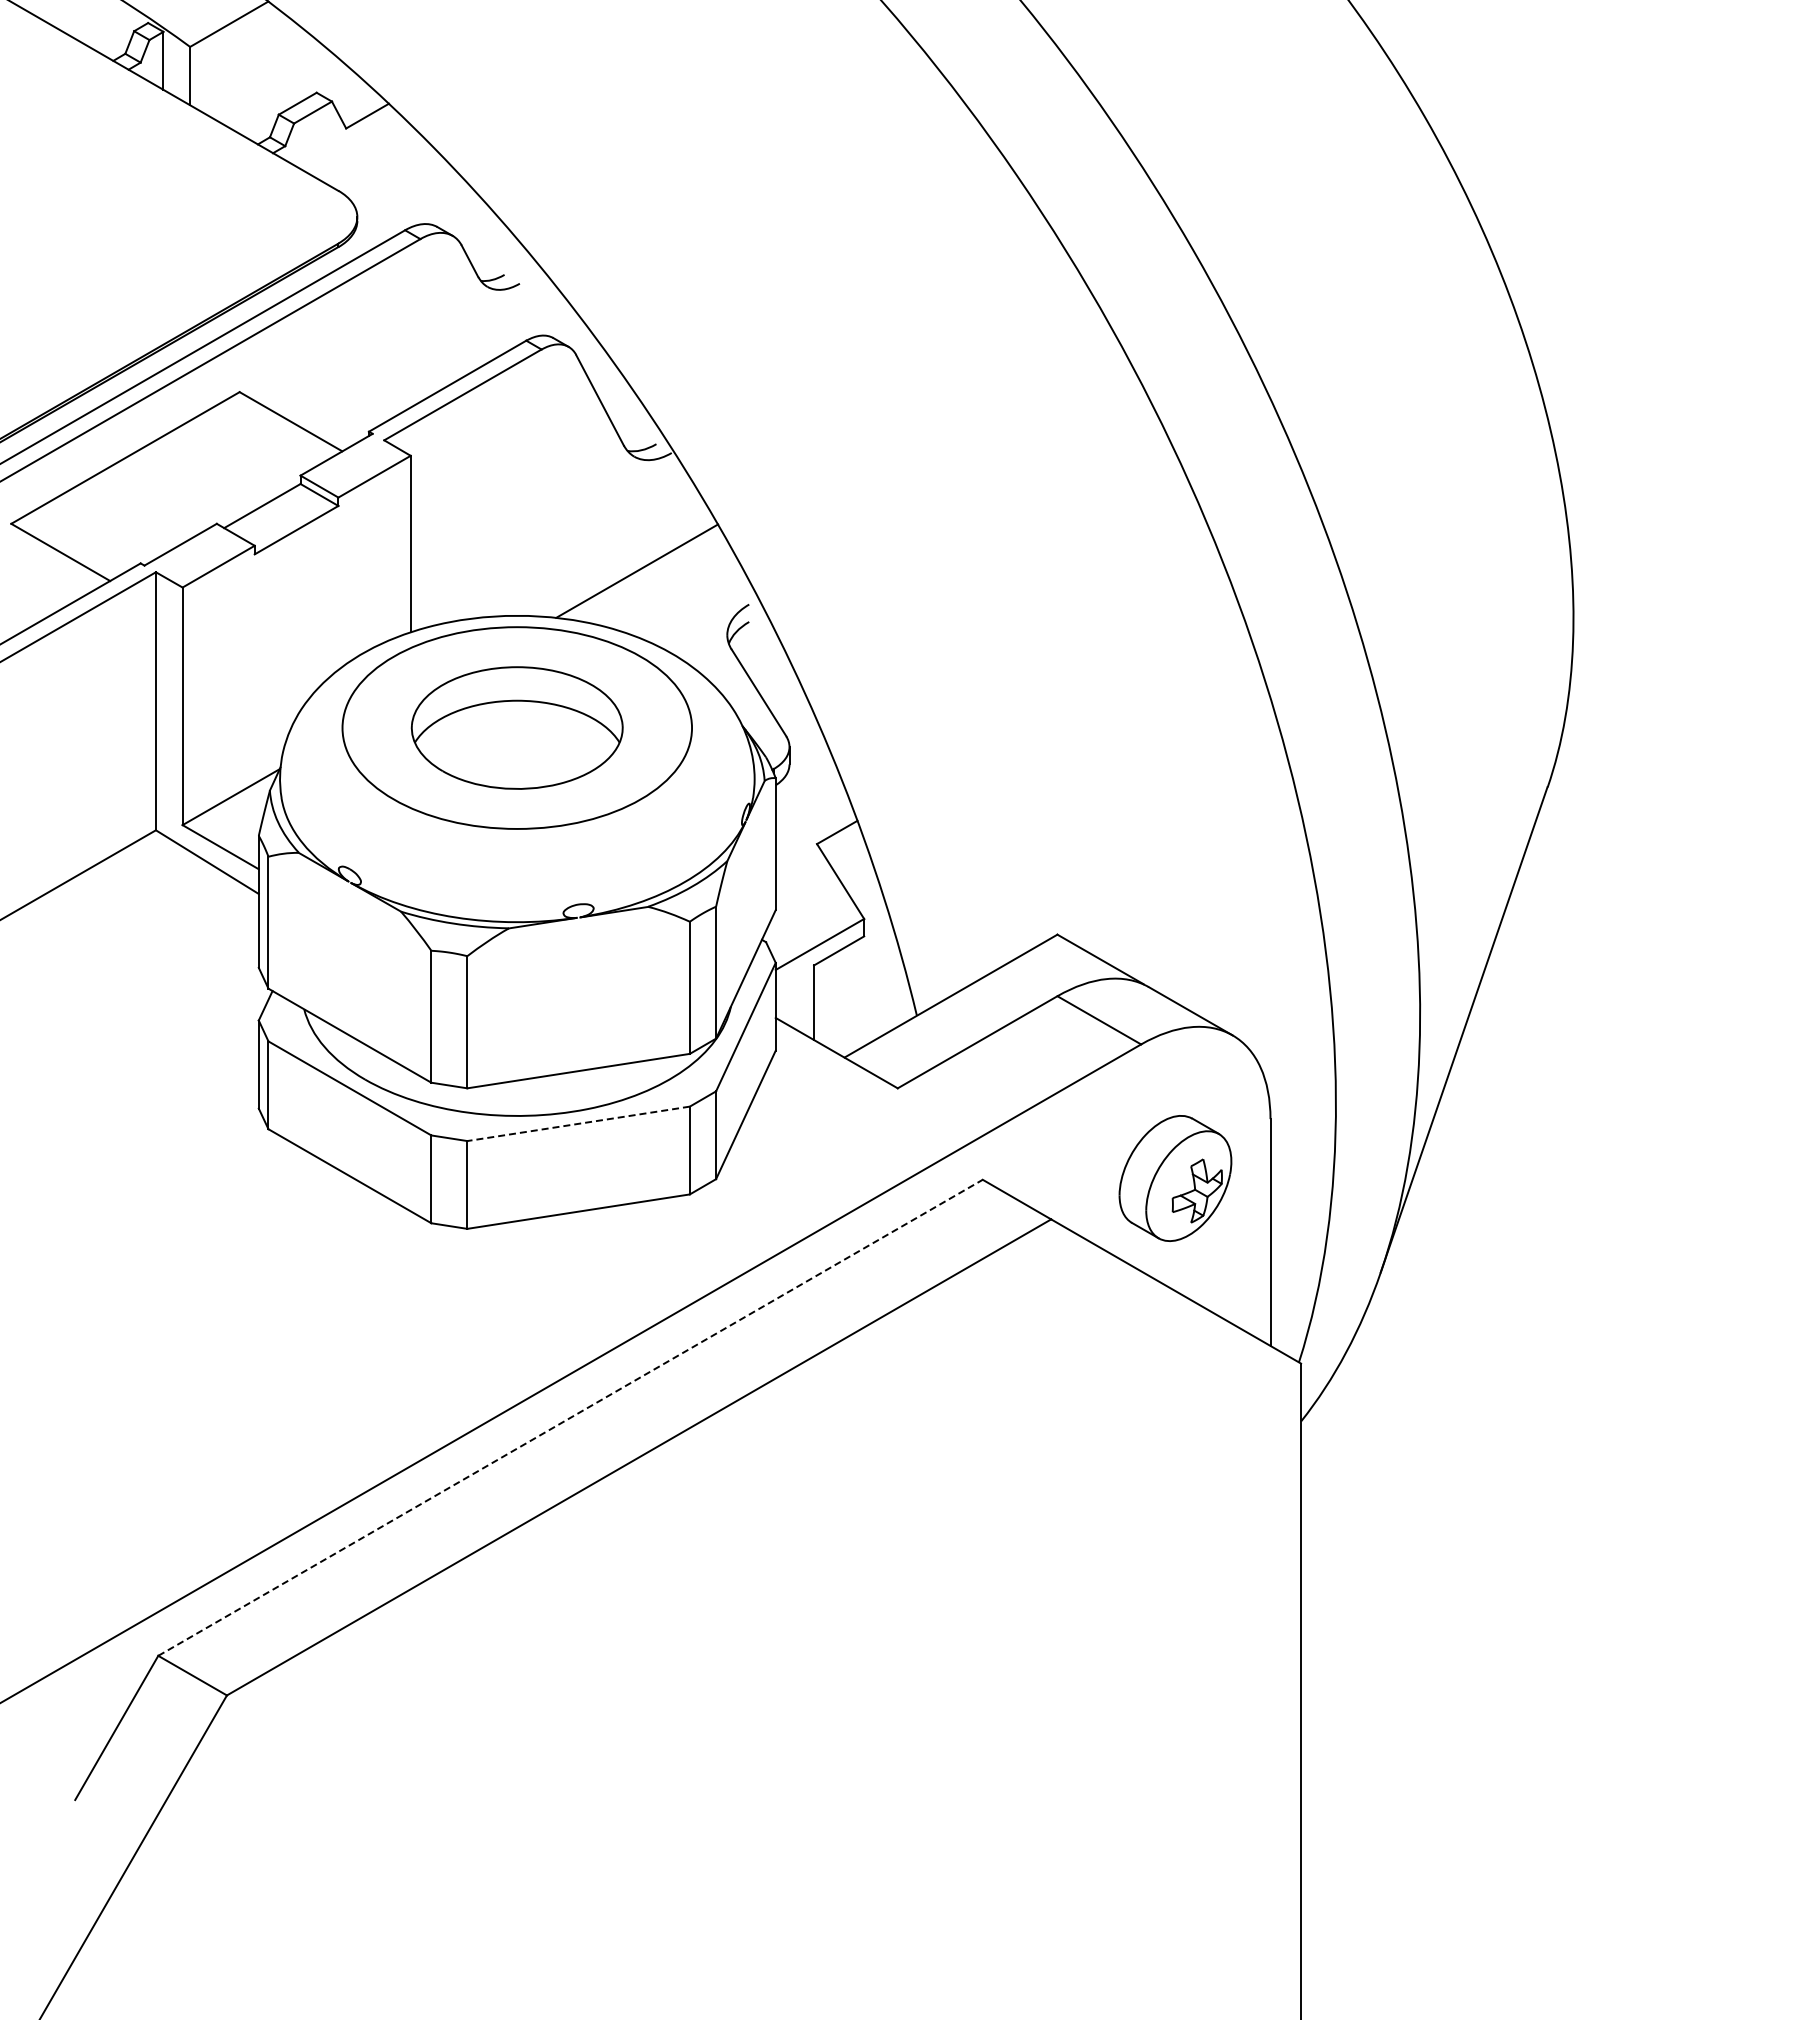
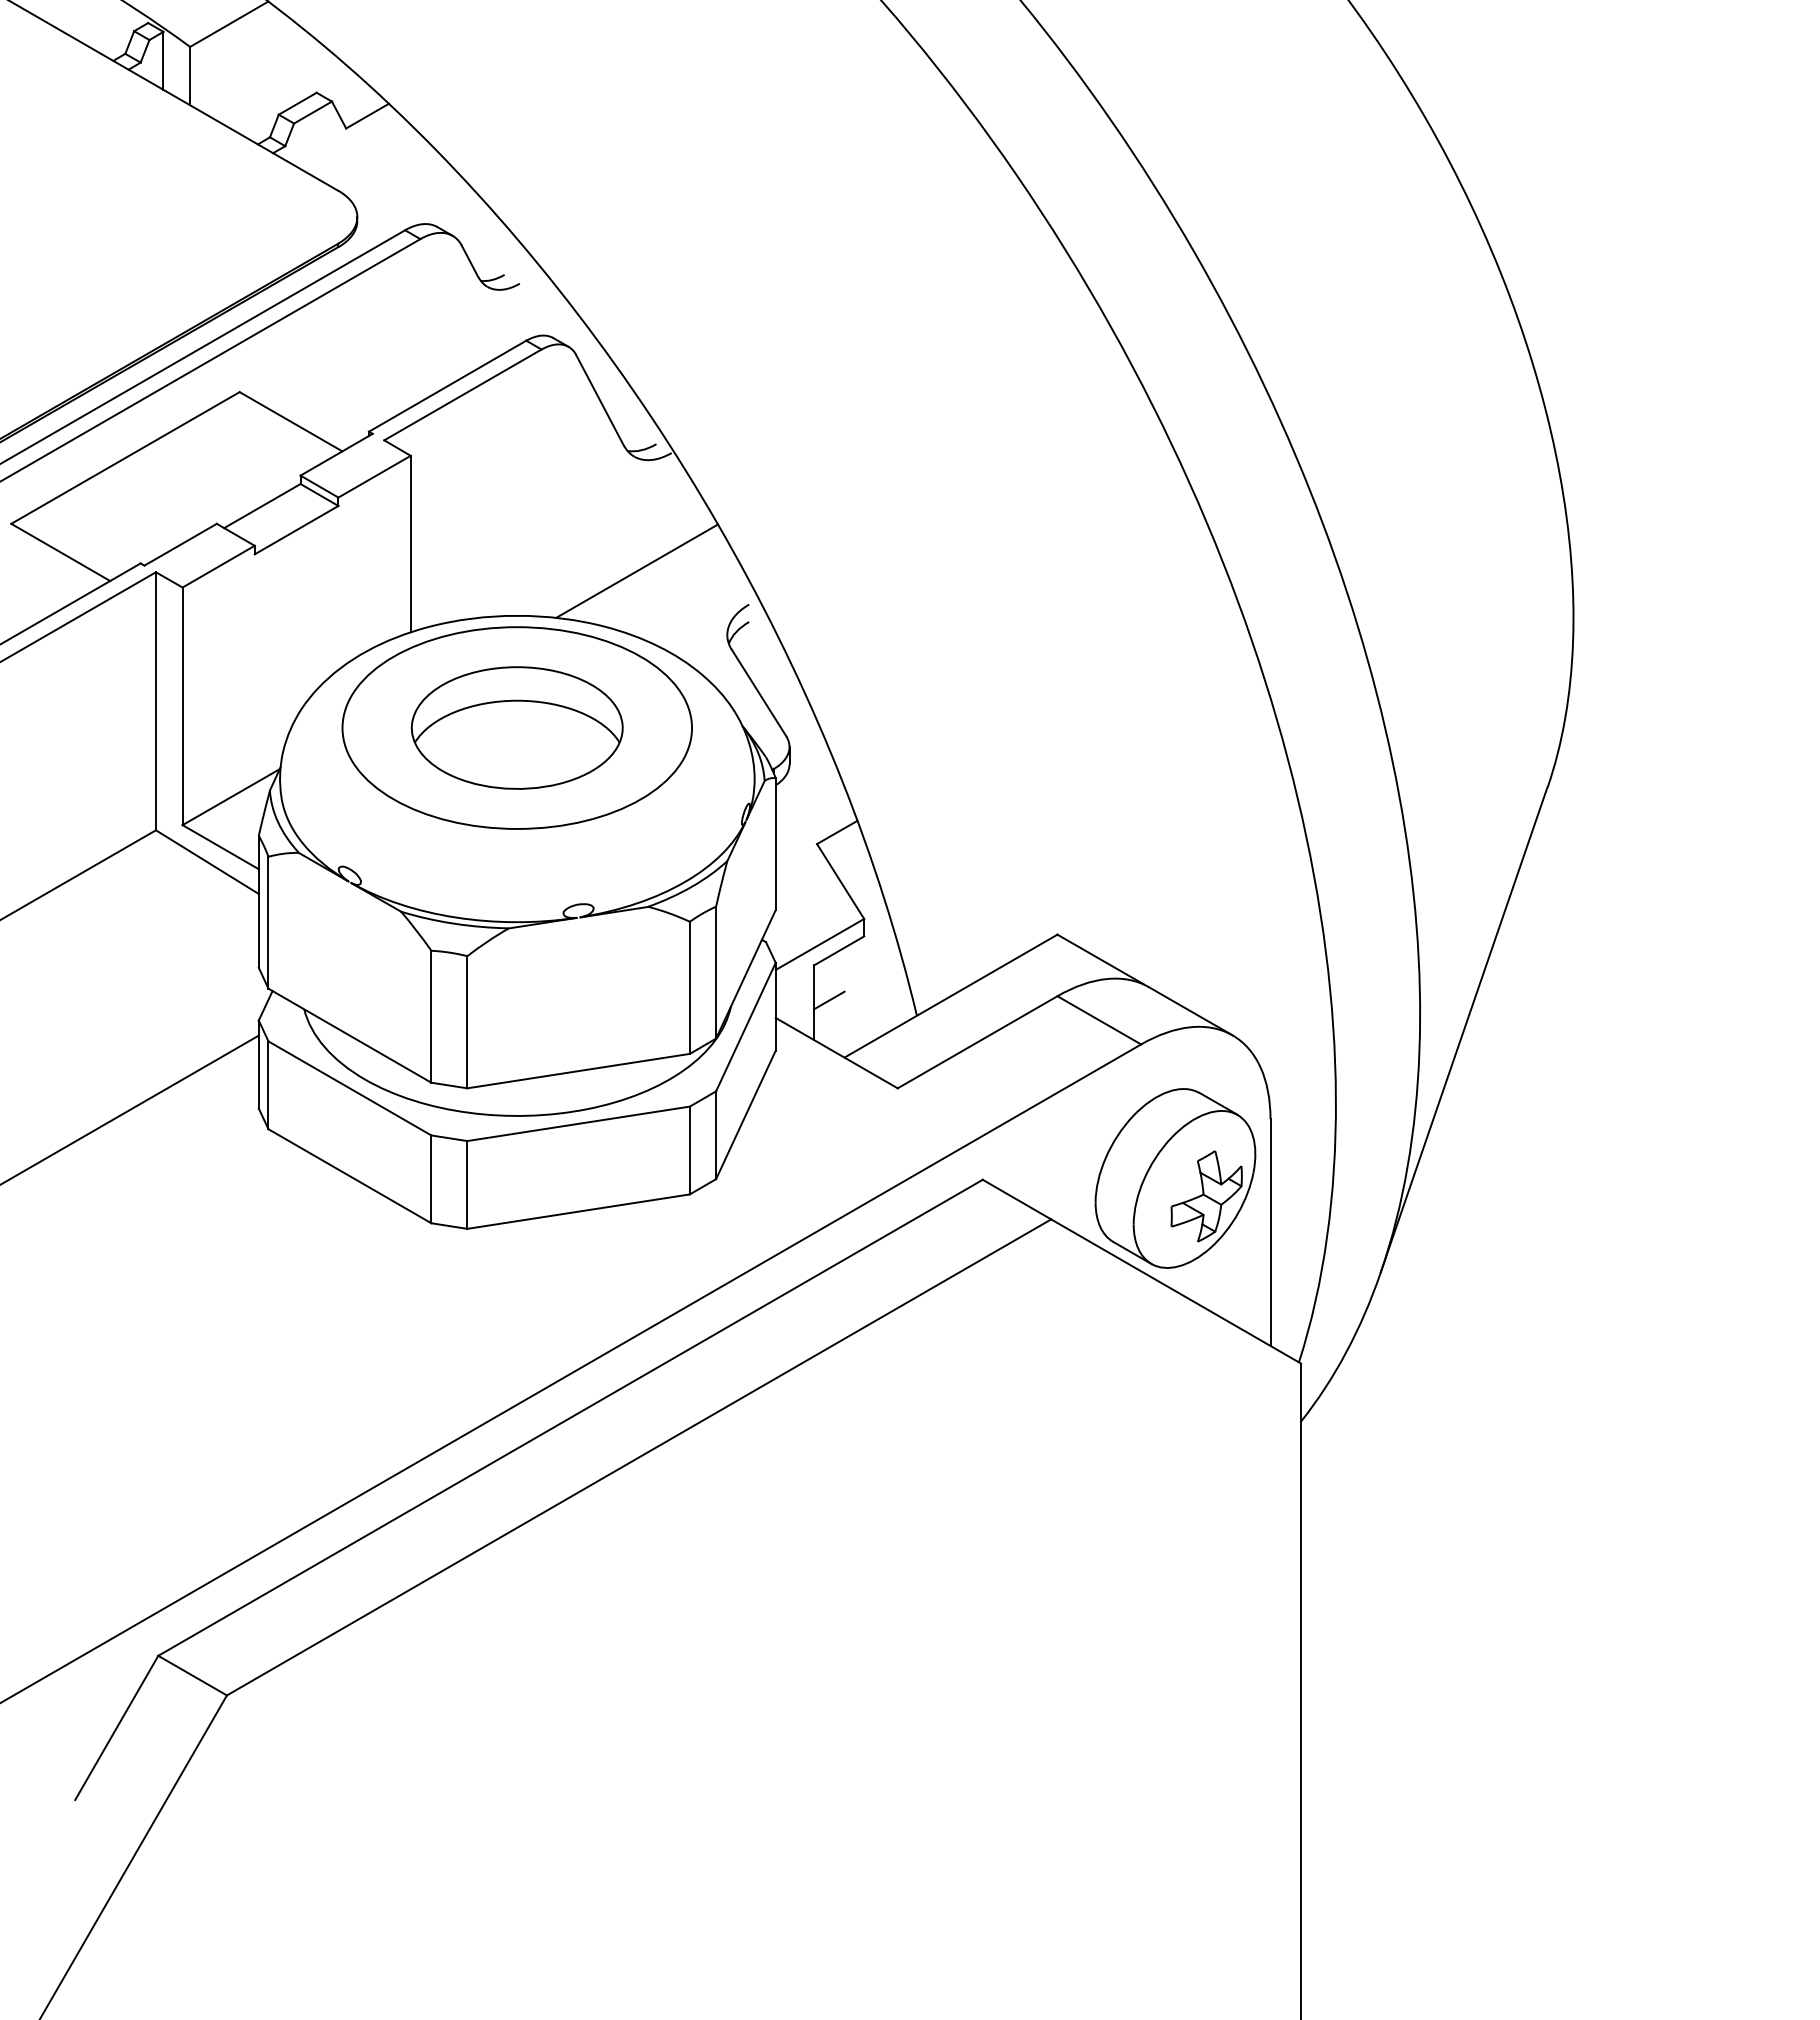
line at (829, 1000): none -> present
line at (130, 1109): none -> present
line at (578, 1123): dashed -> solid
part at (1175, 1178) size: 115x127 px -> 163x181 px
line at (570, 1417): dashed -> solid
